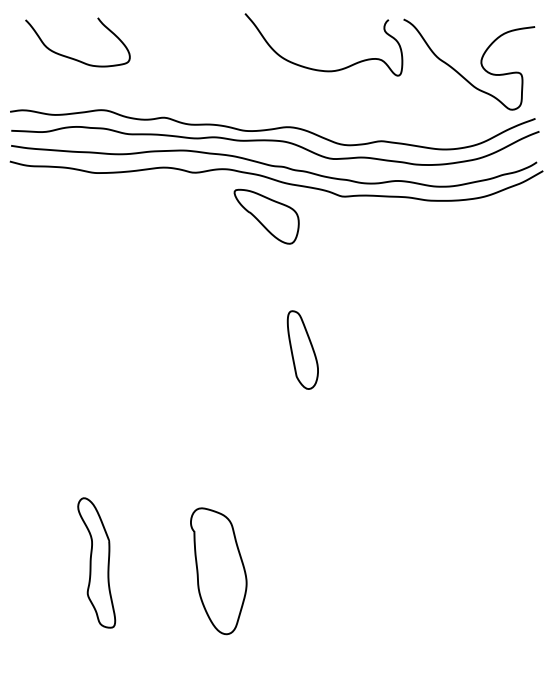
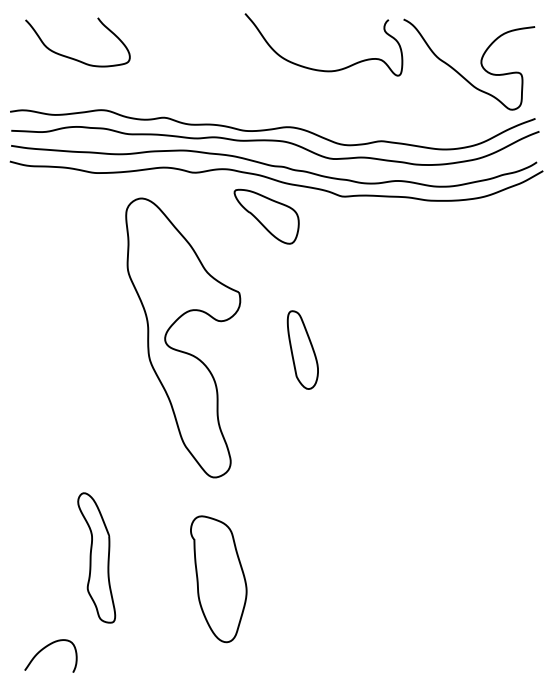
part at (178, 349): none -> present
part at (96, 562) position: (96, 562) -> (96, 557)
part at (218, 571) position: (218, 571) -> (218, 579)
curve at (45, 648): none -> present
